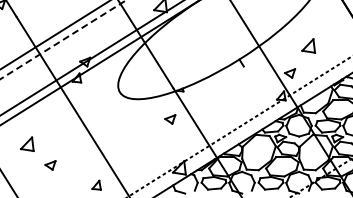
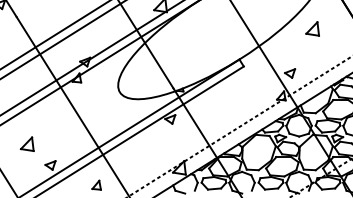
line at (63, 39): dashed -> solid
part at (308, 45) position: (308, 45) -> (312, 28)
line at (131, 126): none -> present
line at (141, 130): none -> present
